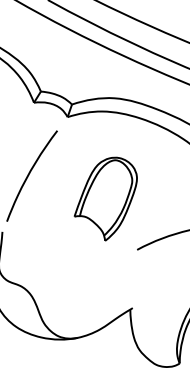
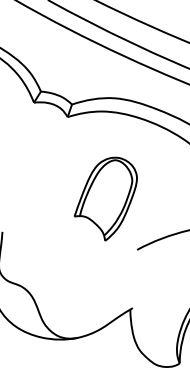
curve at (29, 175): present -> none
